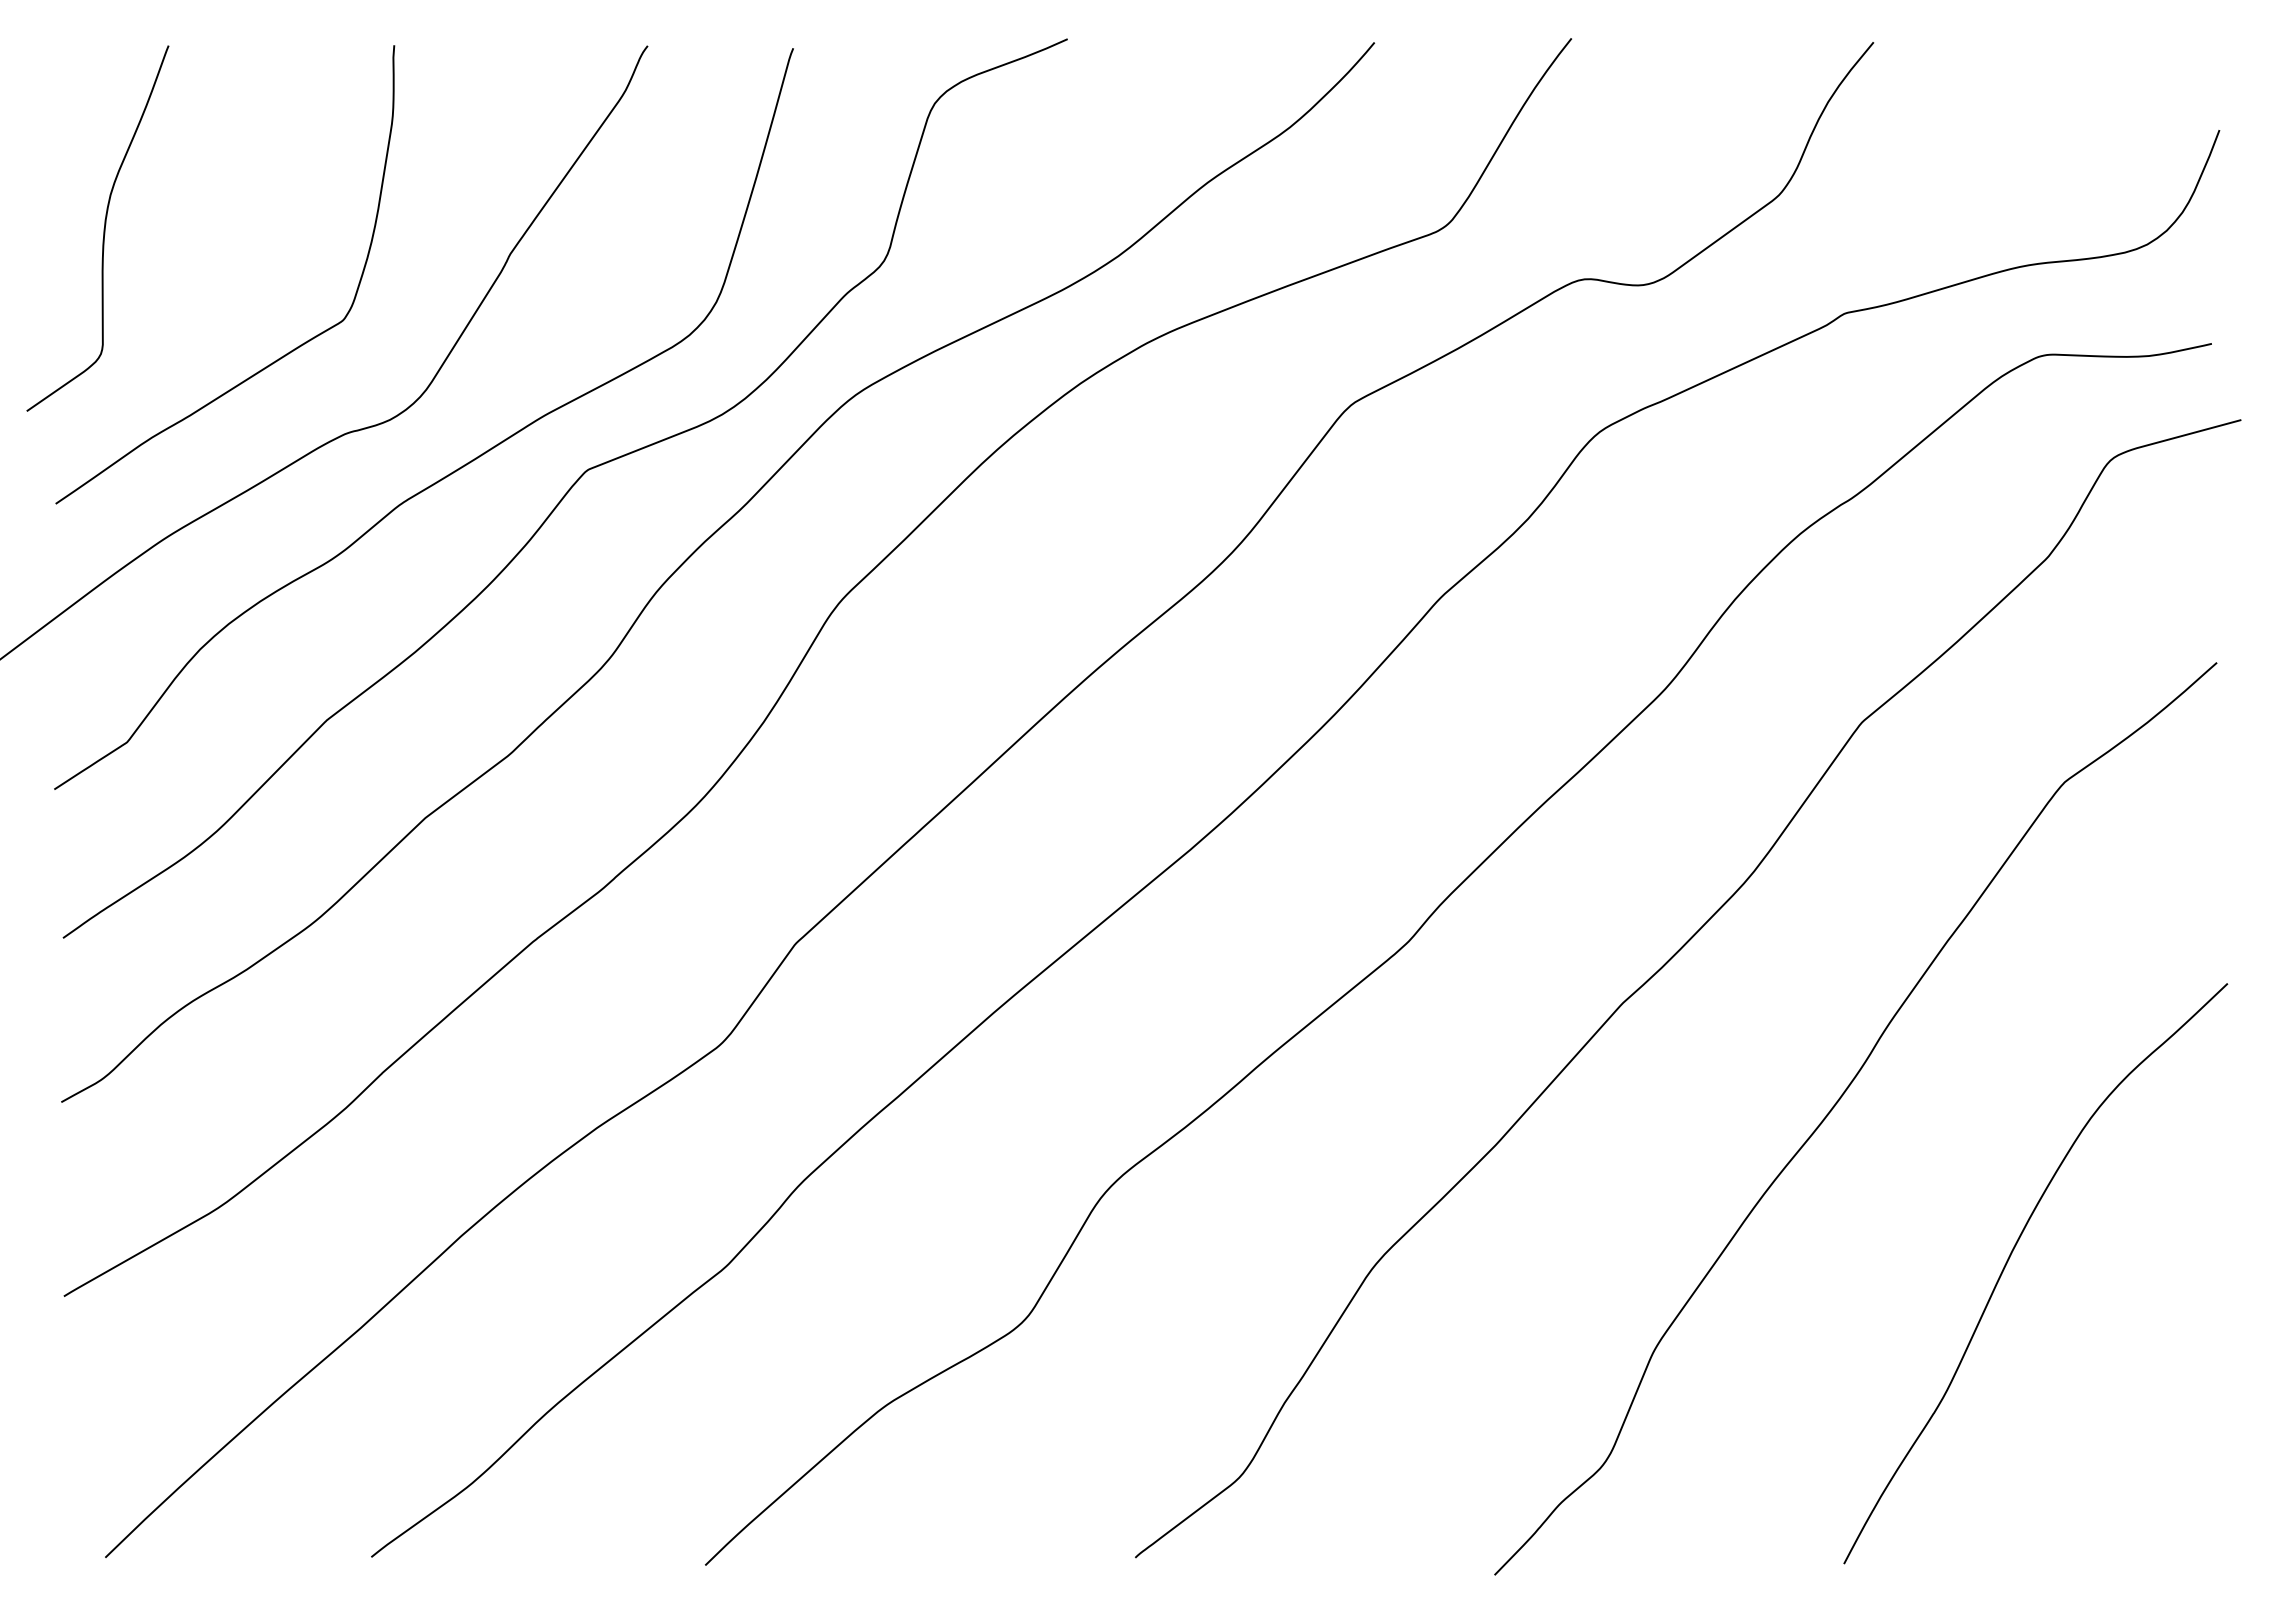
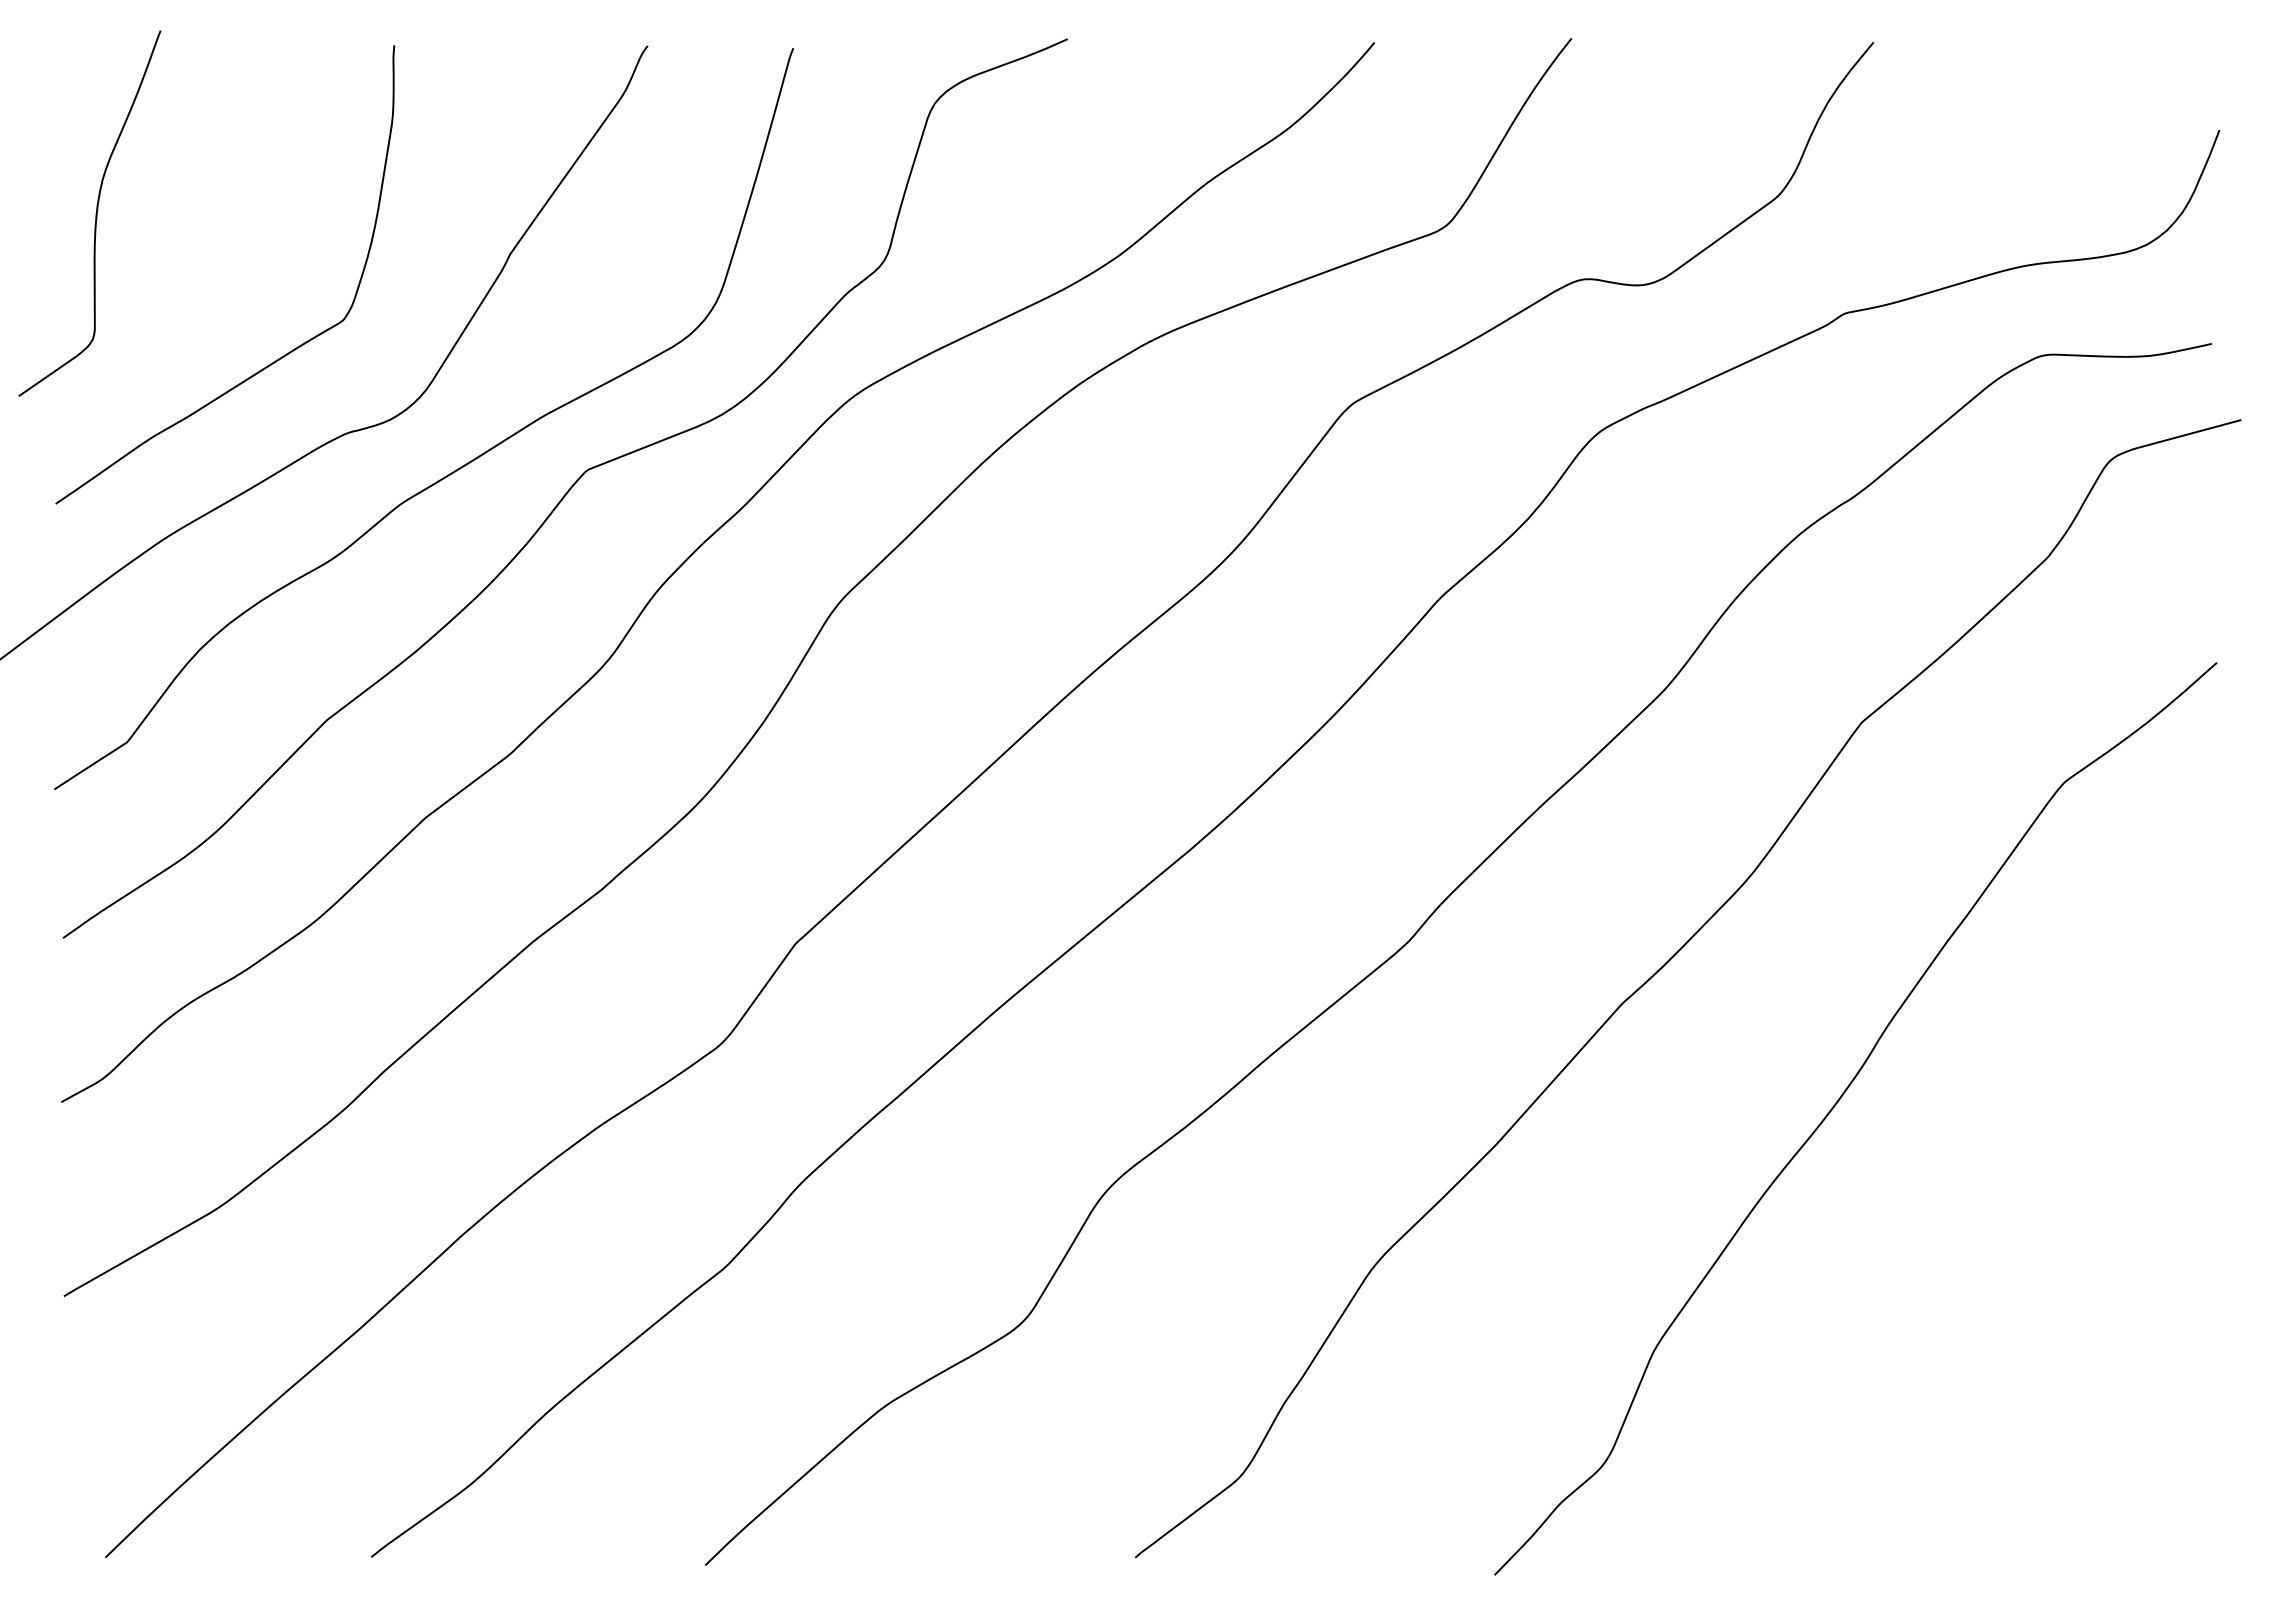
curve at (103, 228) position: (103, 228) -> (95, 213)
curve at (2009, 1259): present -> none
